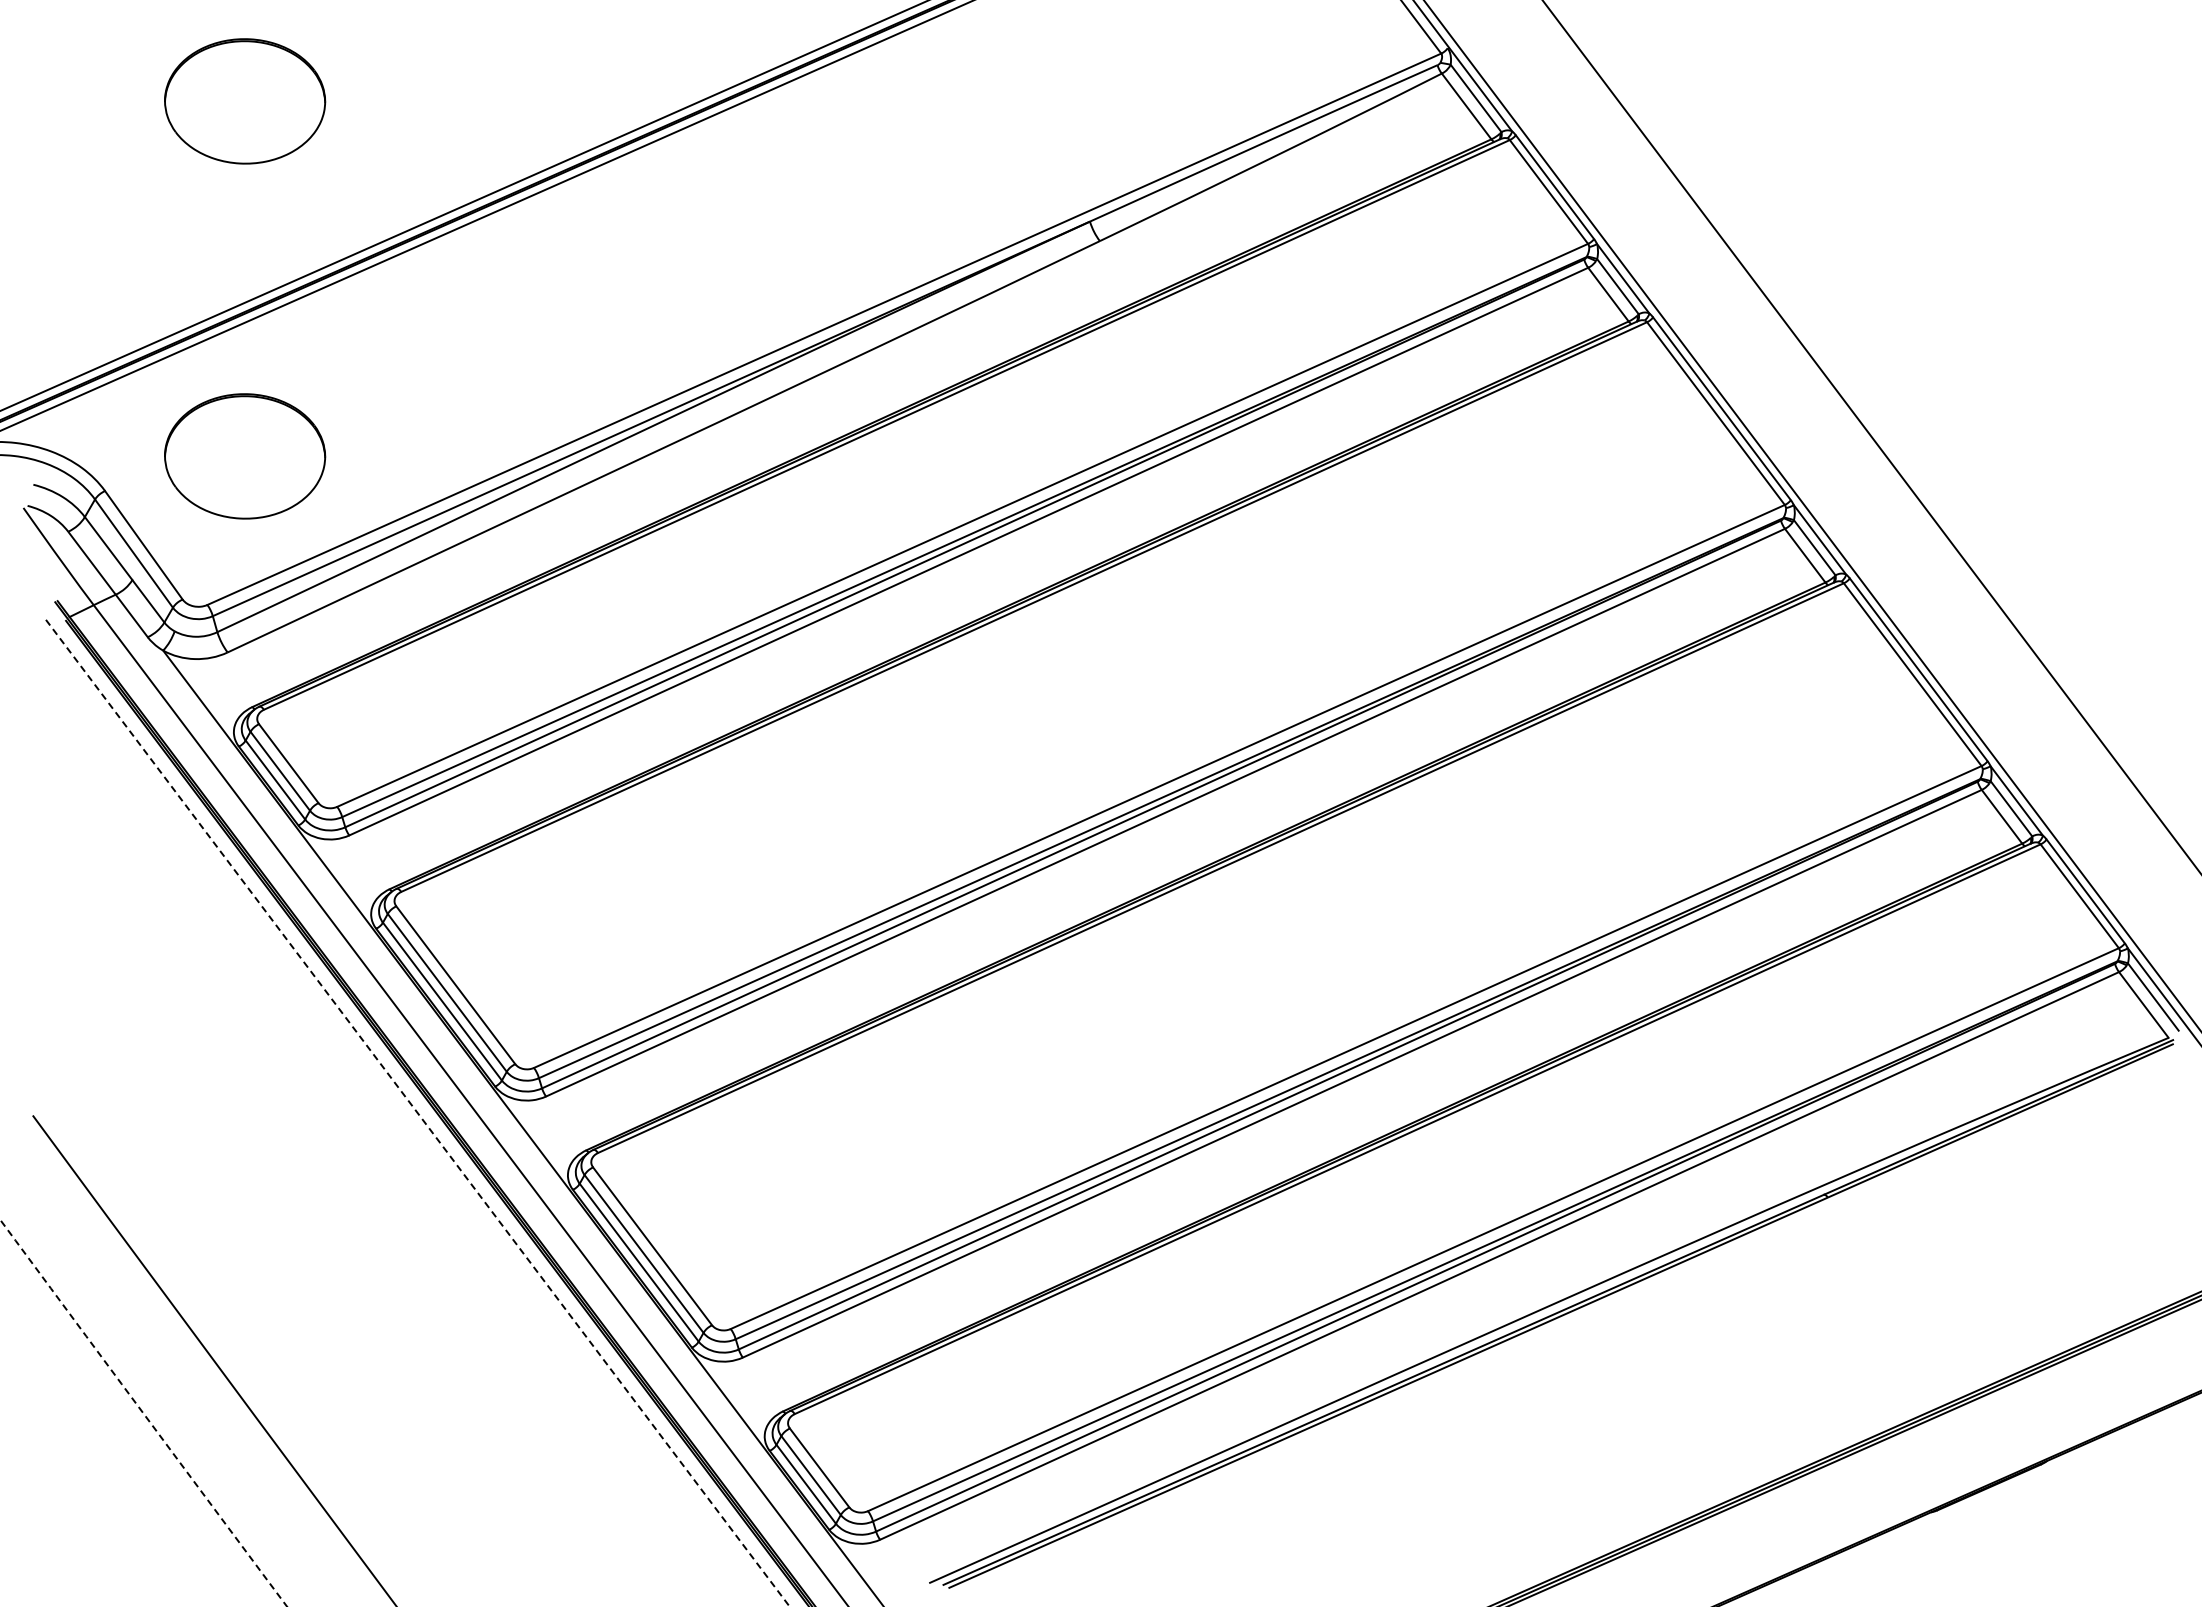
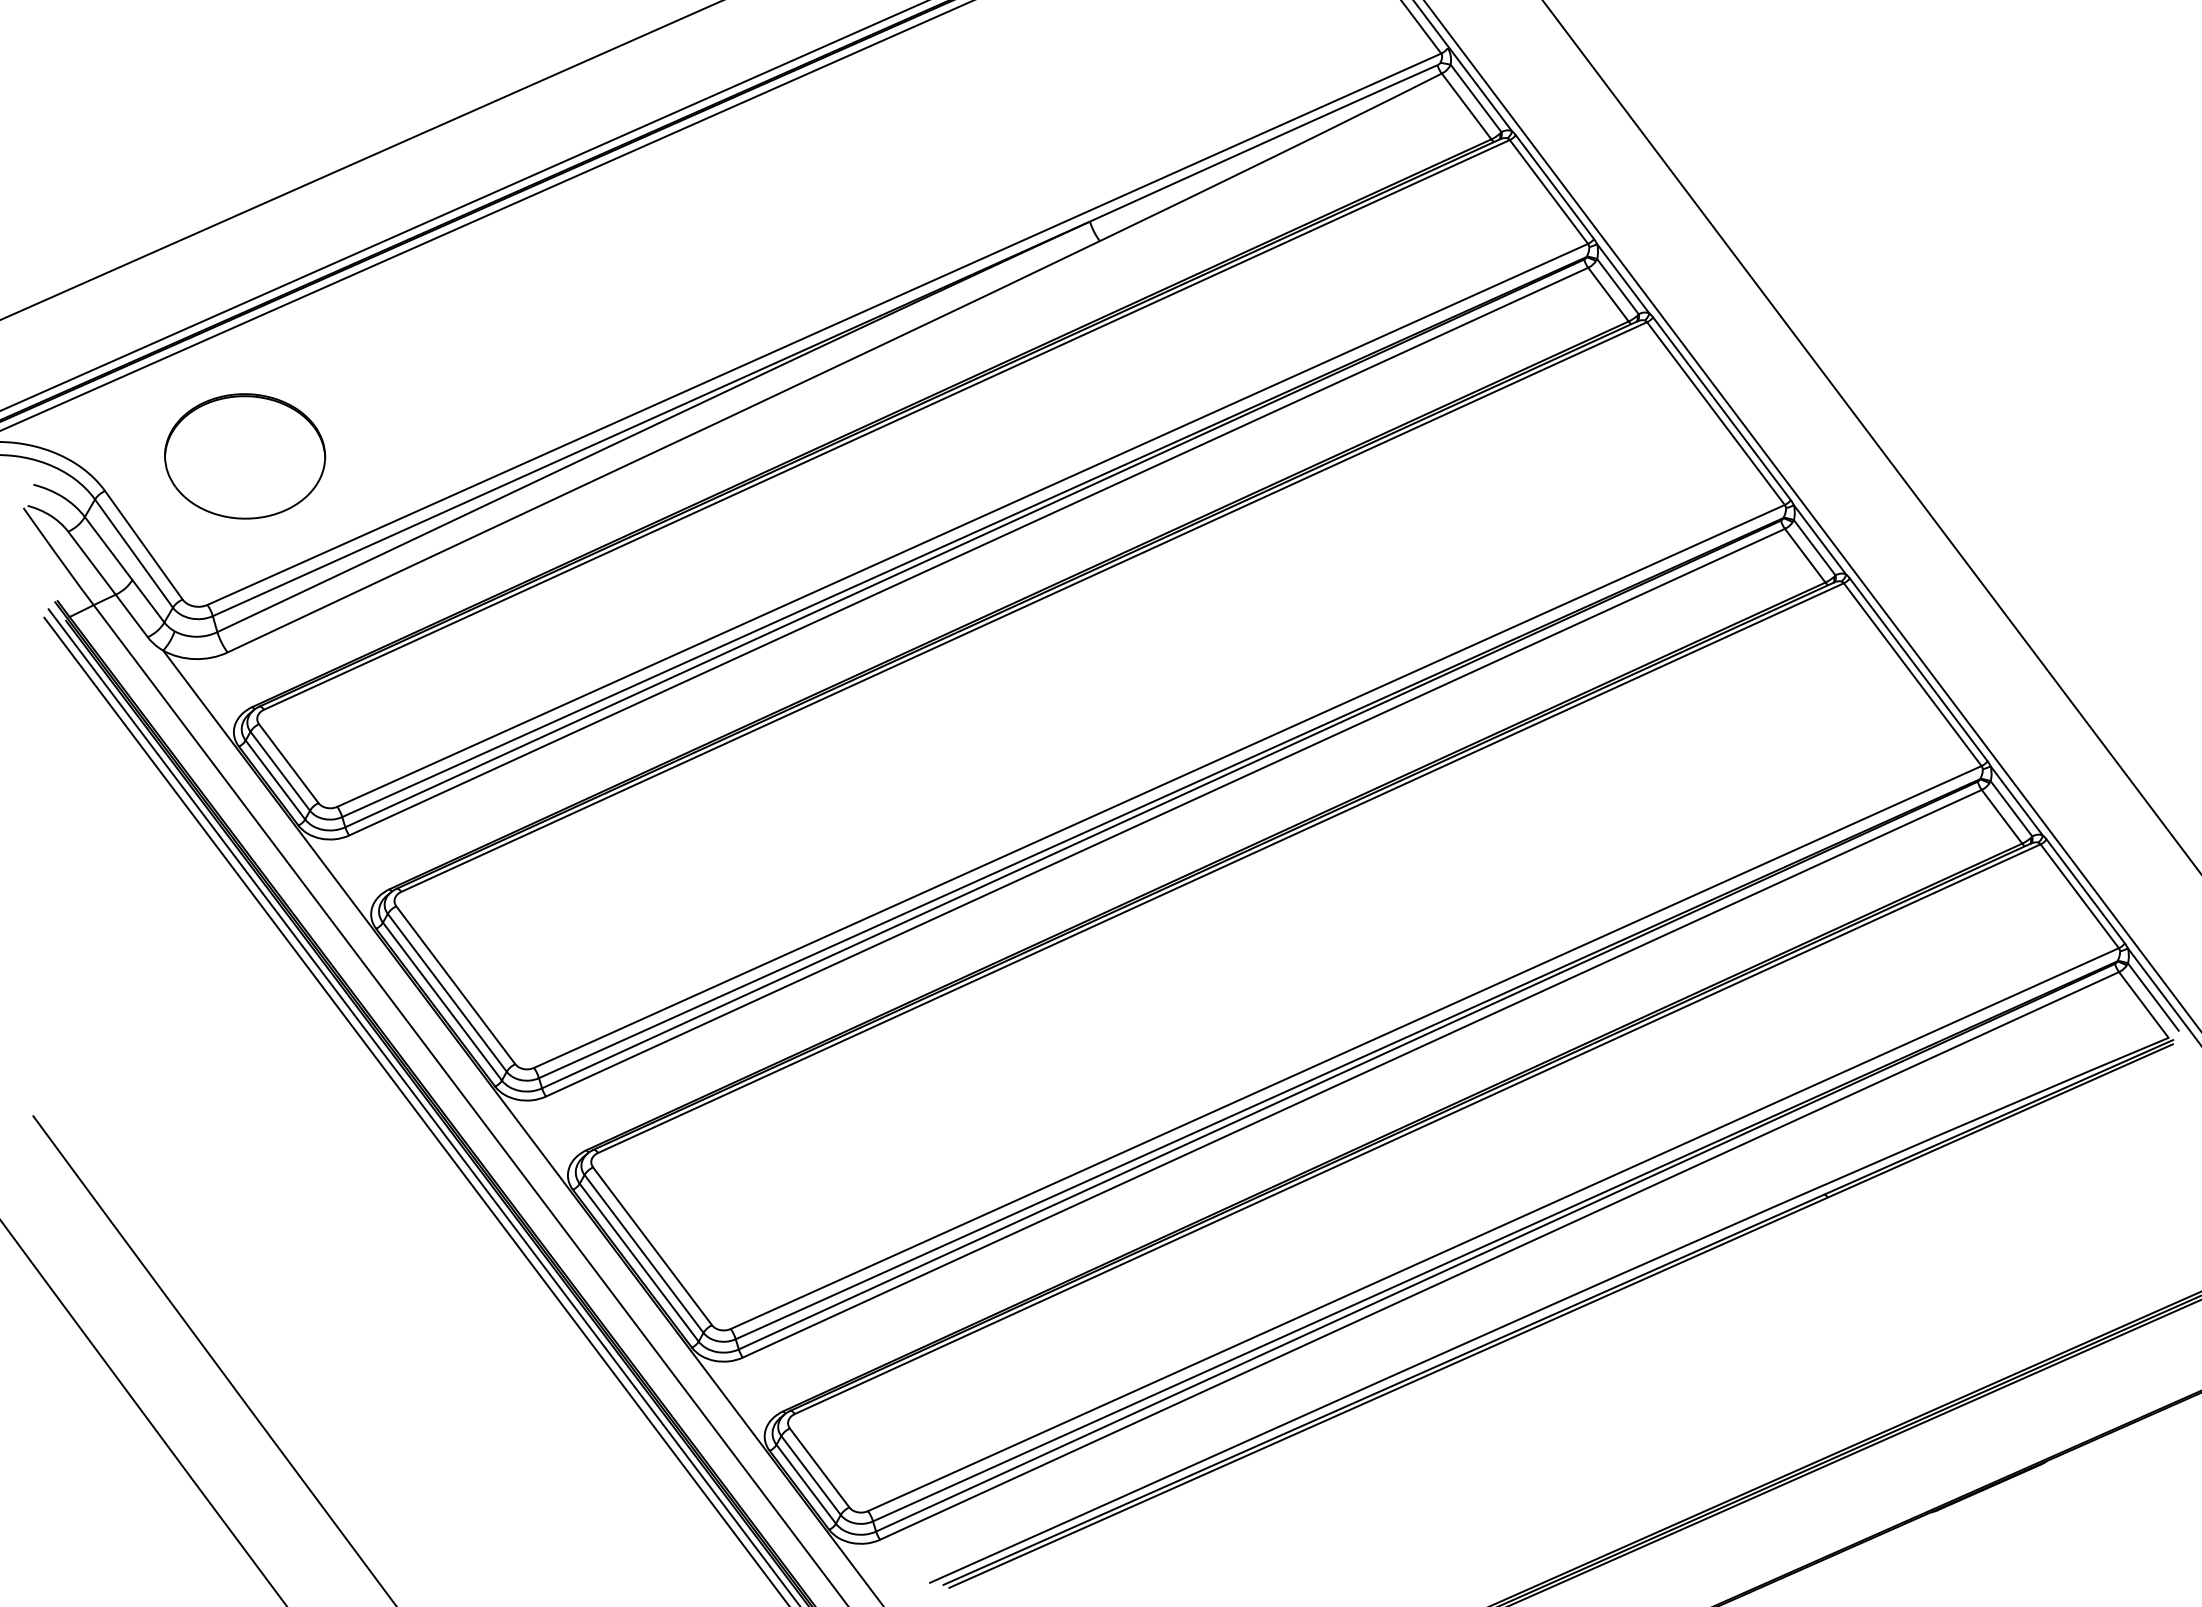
part at (245, 101): present -> none
line at (360, 160): none -> present
line at (423, 1106): none -> present
line at (416, 1111): dashed -> solid
arc at (143, 1413): dashed -> solid
